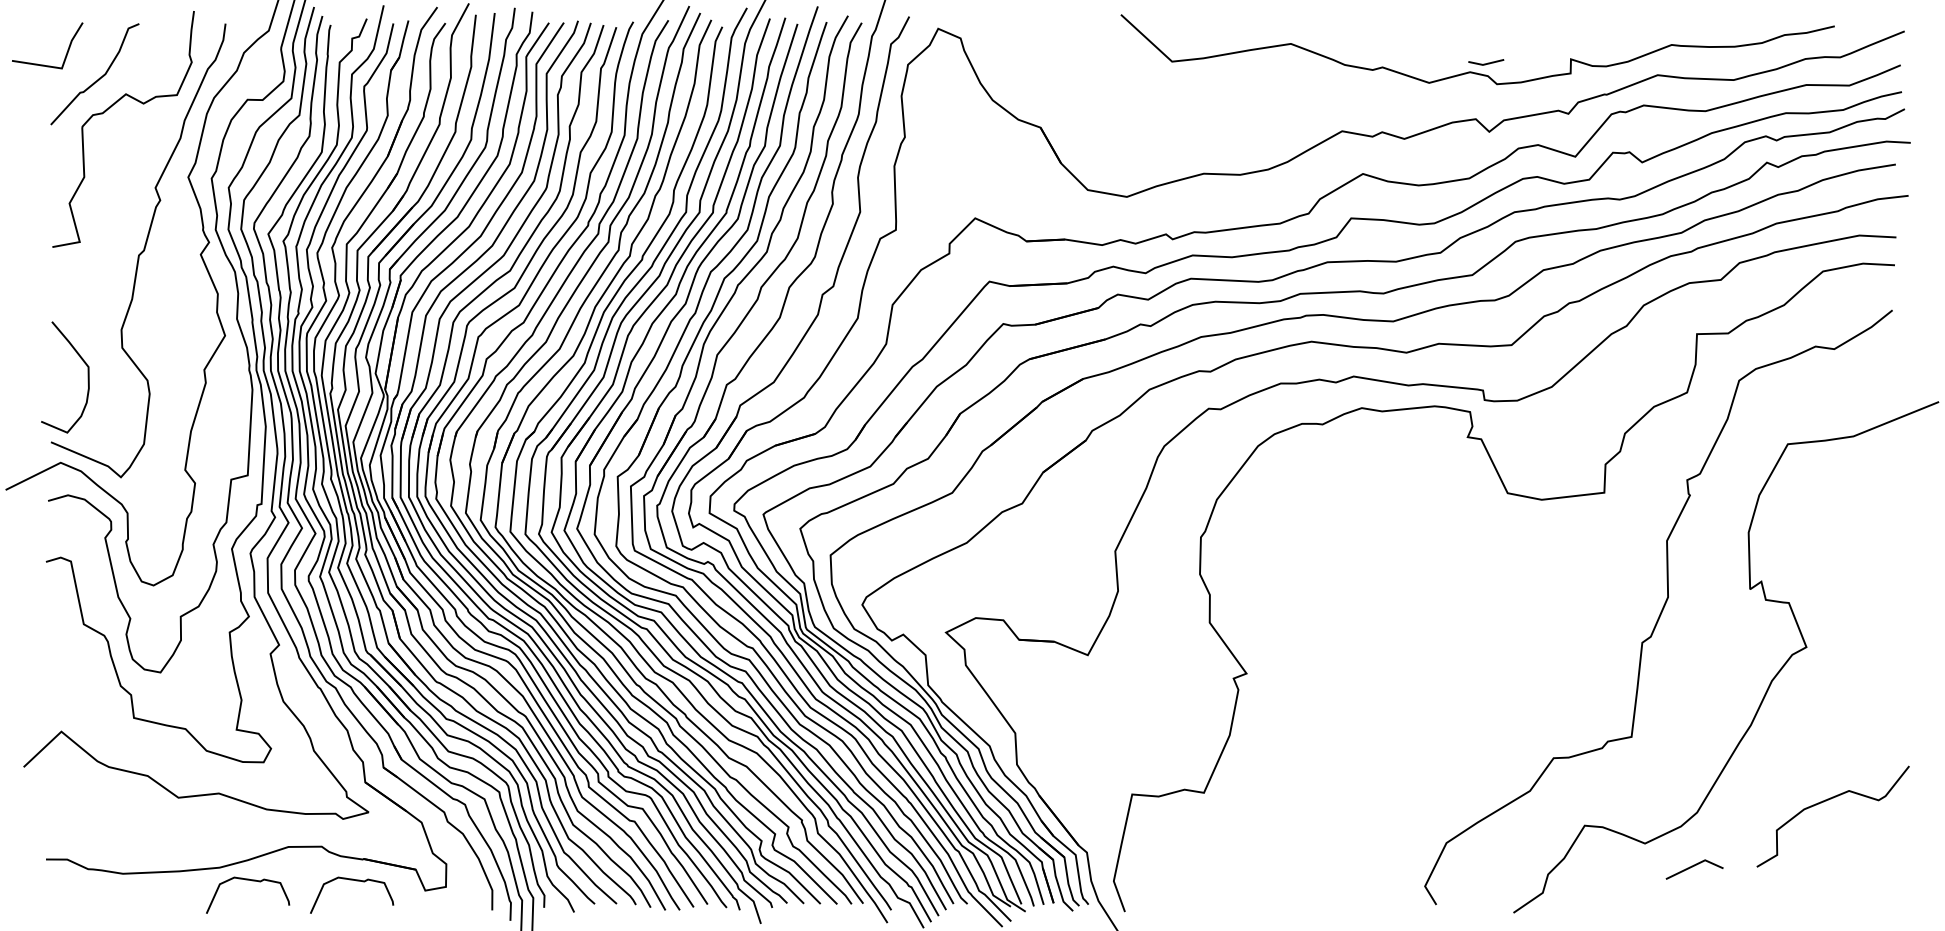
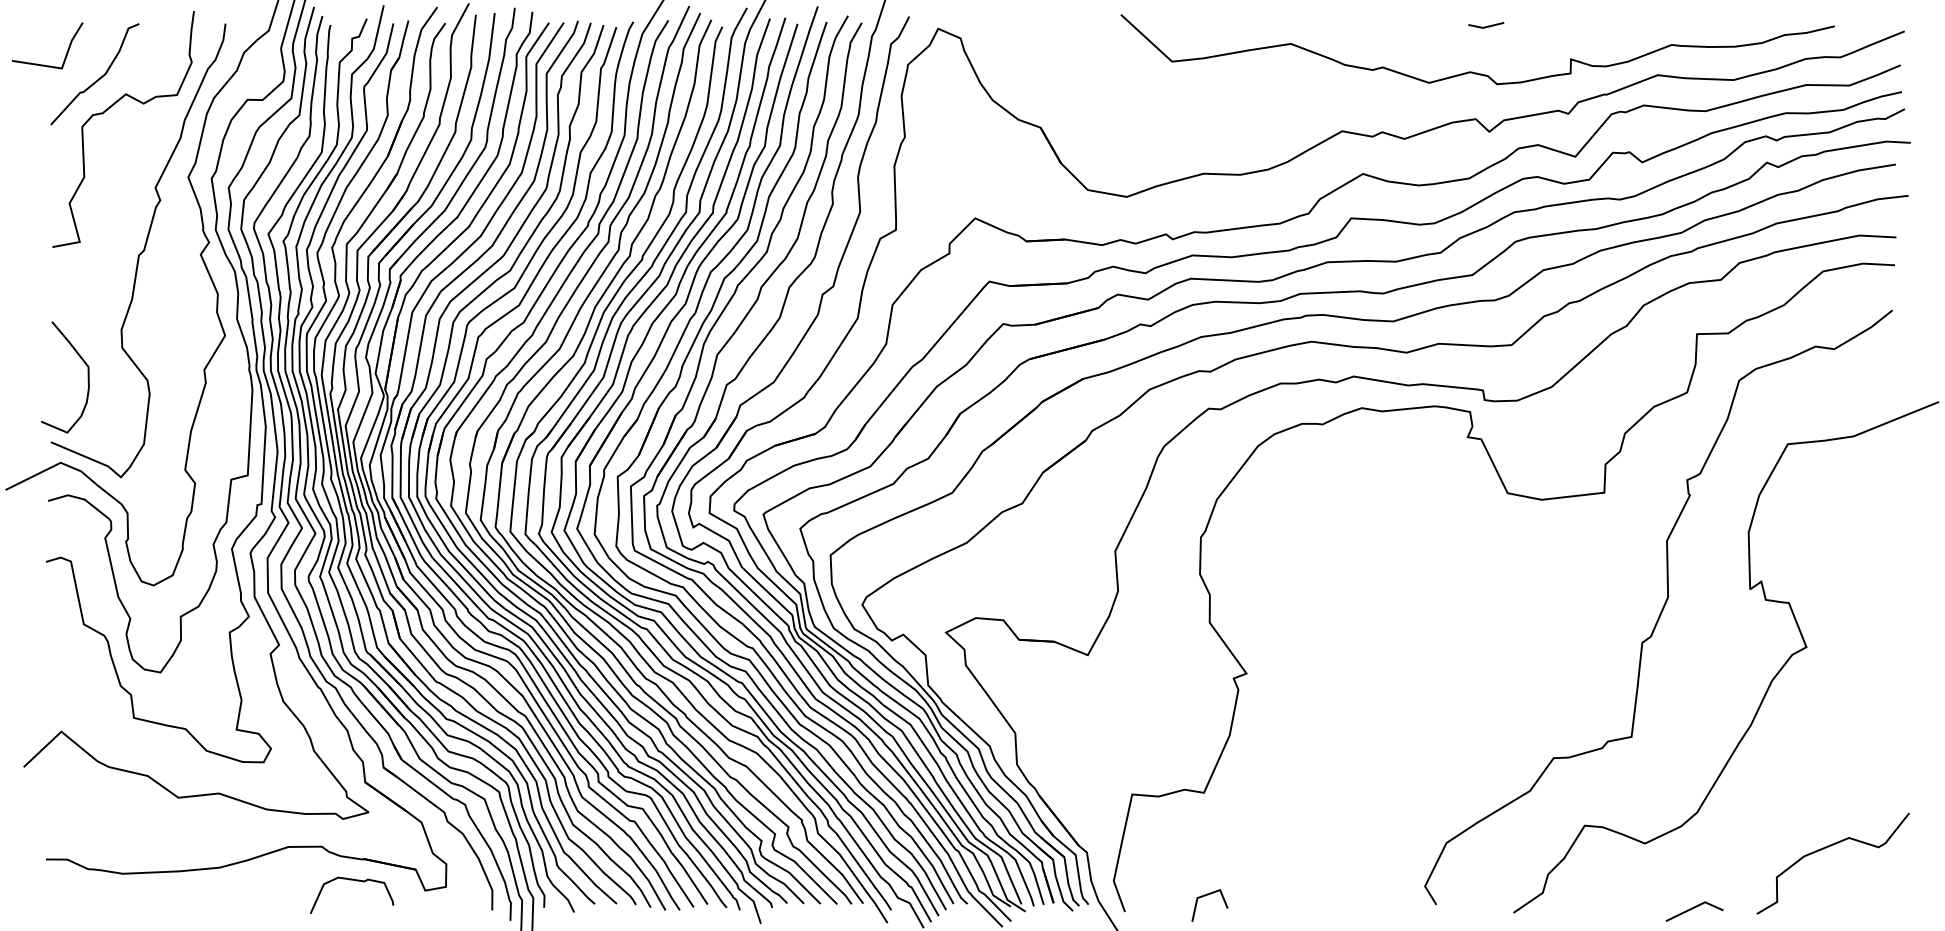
line at (1487, 62) position: (1487, 62) -> (1487, 25)
curve at (1826, 801) position: (1826, 801) -> (1826, 848)
line at (1692, 867) position: (1692, 867) -> (1692, 909)
curve at (252, 881): present -> none
line at (1205, 896): none -> present
